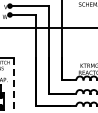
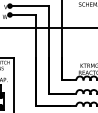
line at (14, 85): dashed -> solid
